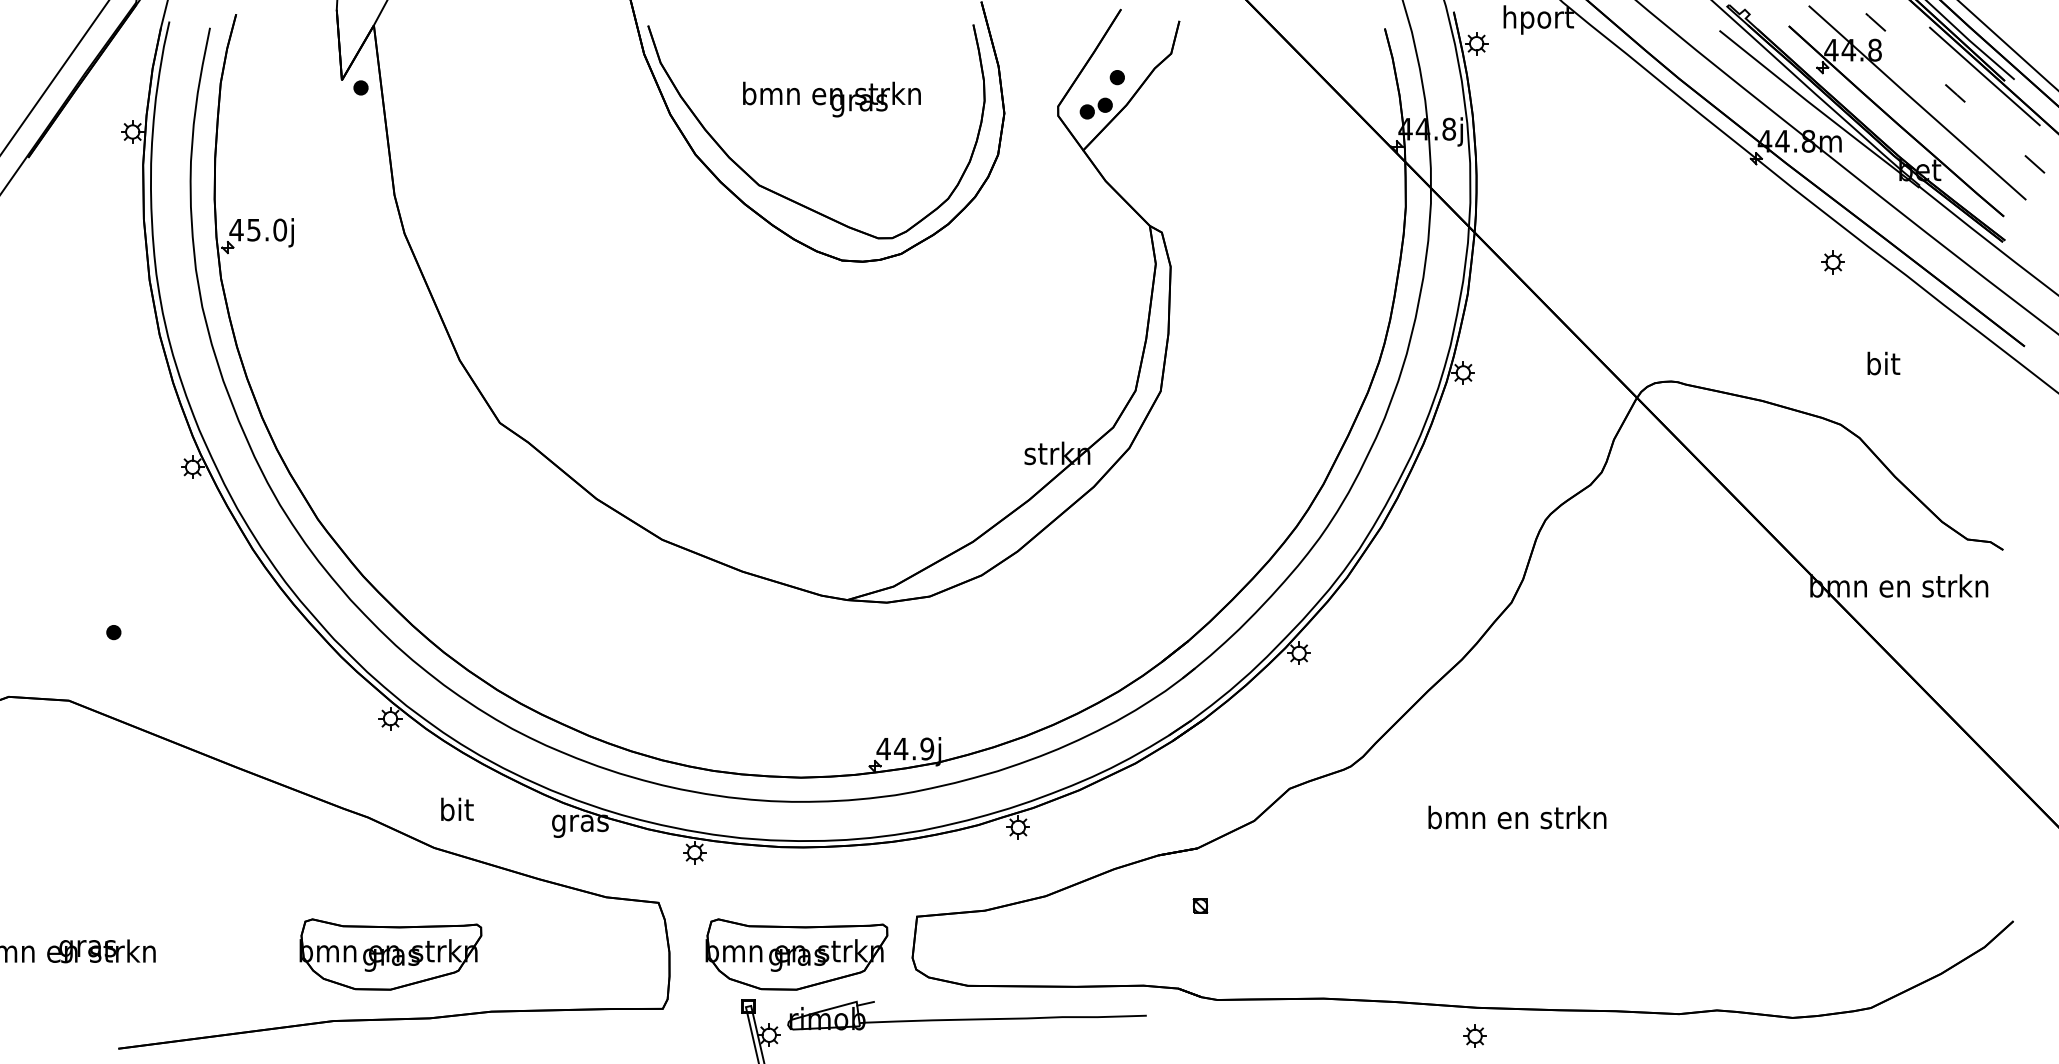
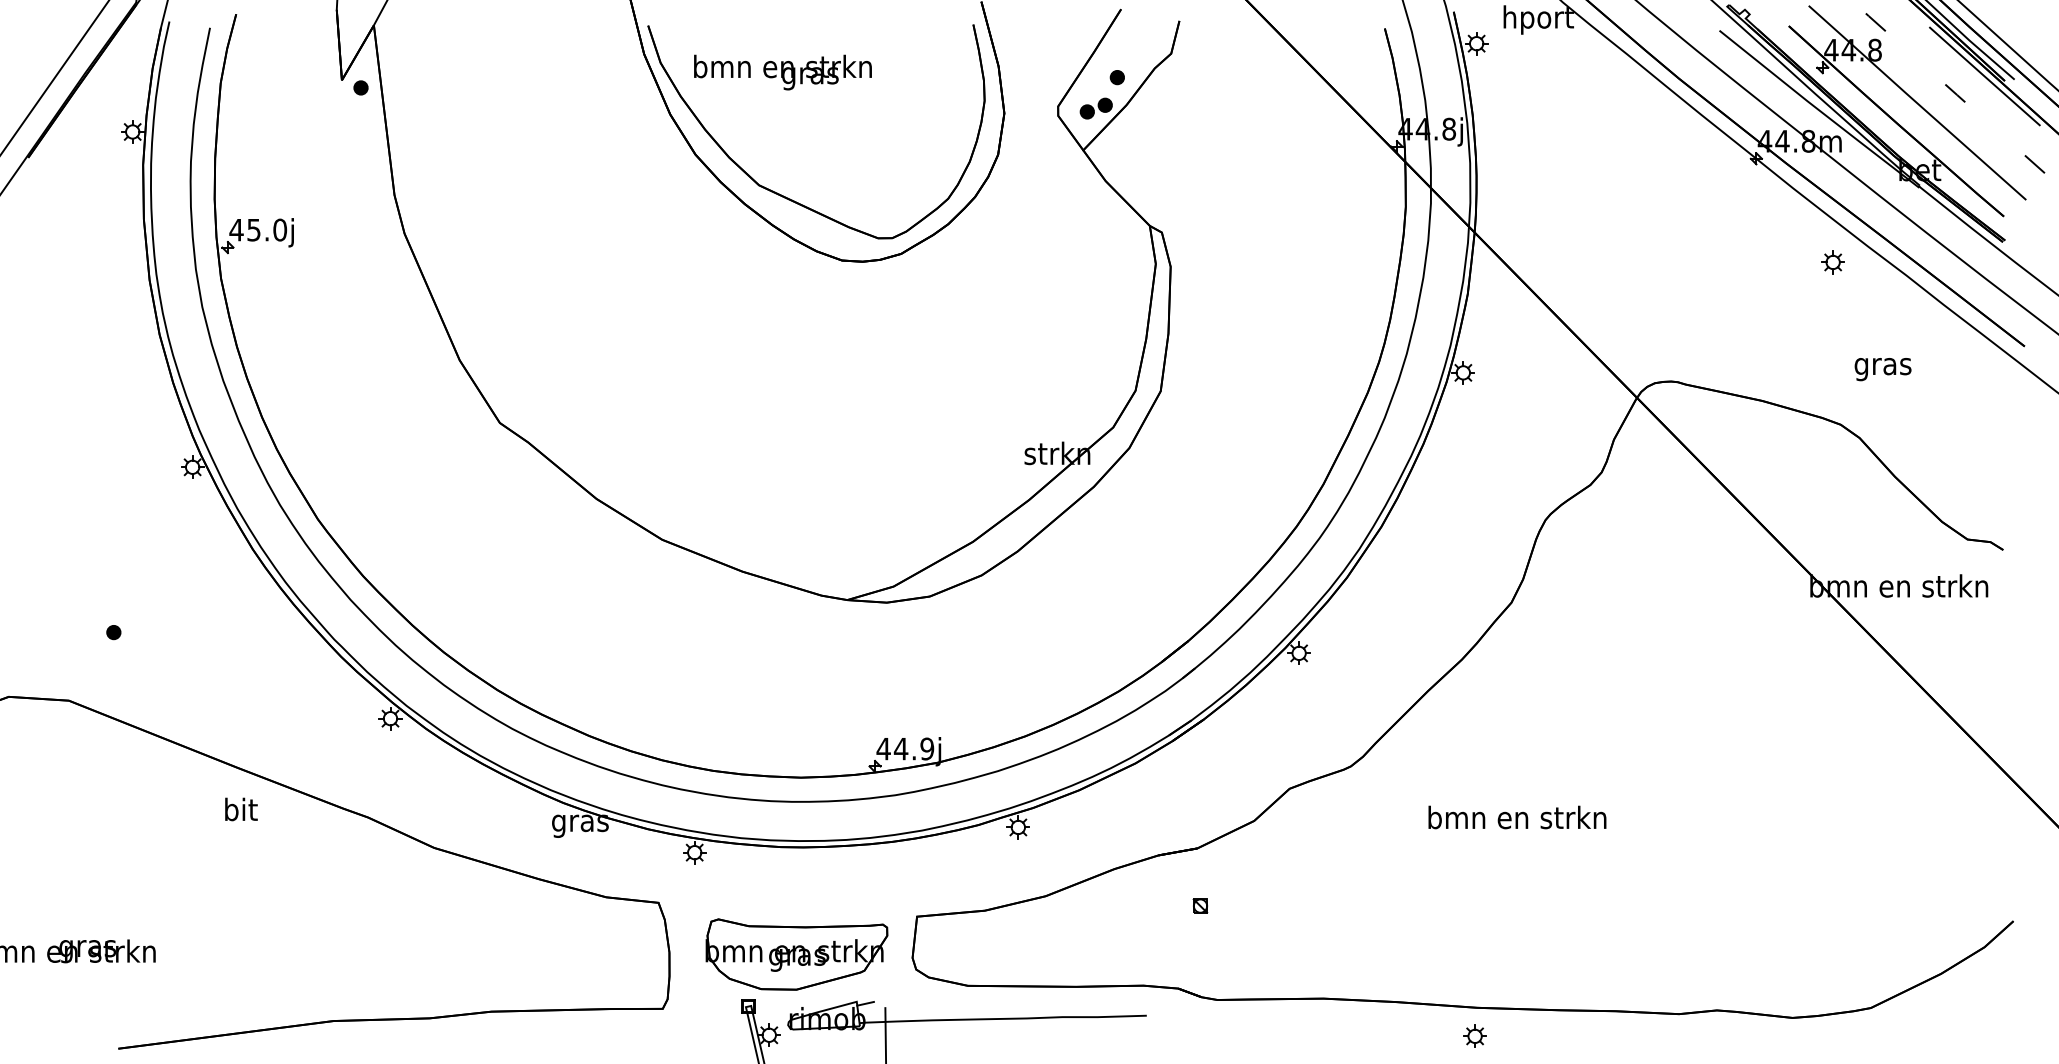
text at (831, 99) position: (831, 99) -> (782, 72)
text at (1882, 366): bit -> gras
text at (457, 809) position: (457, 809) -> (241, 809)
part at (390, 954): present -> none
line at (885, 1034): none -> present
